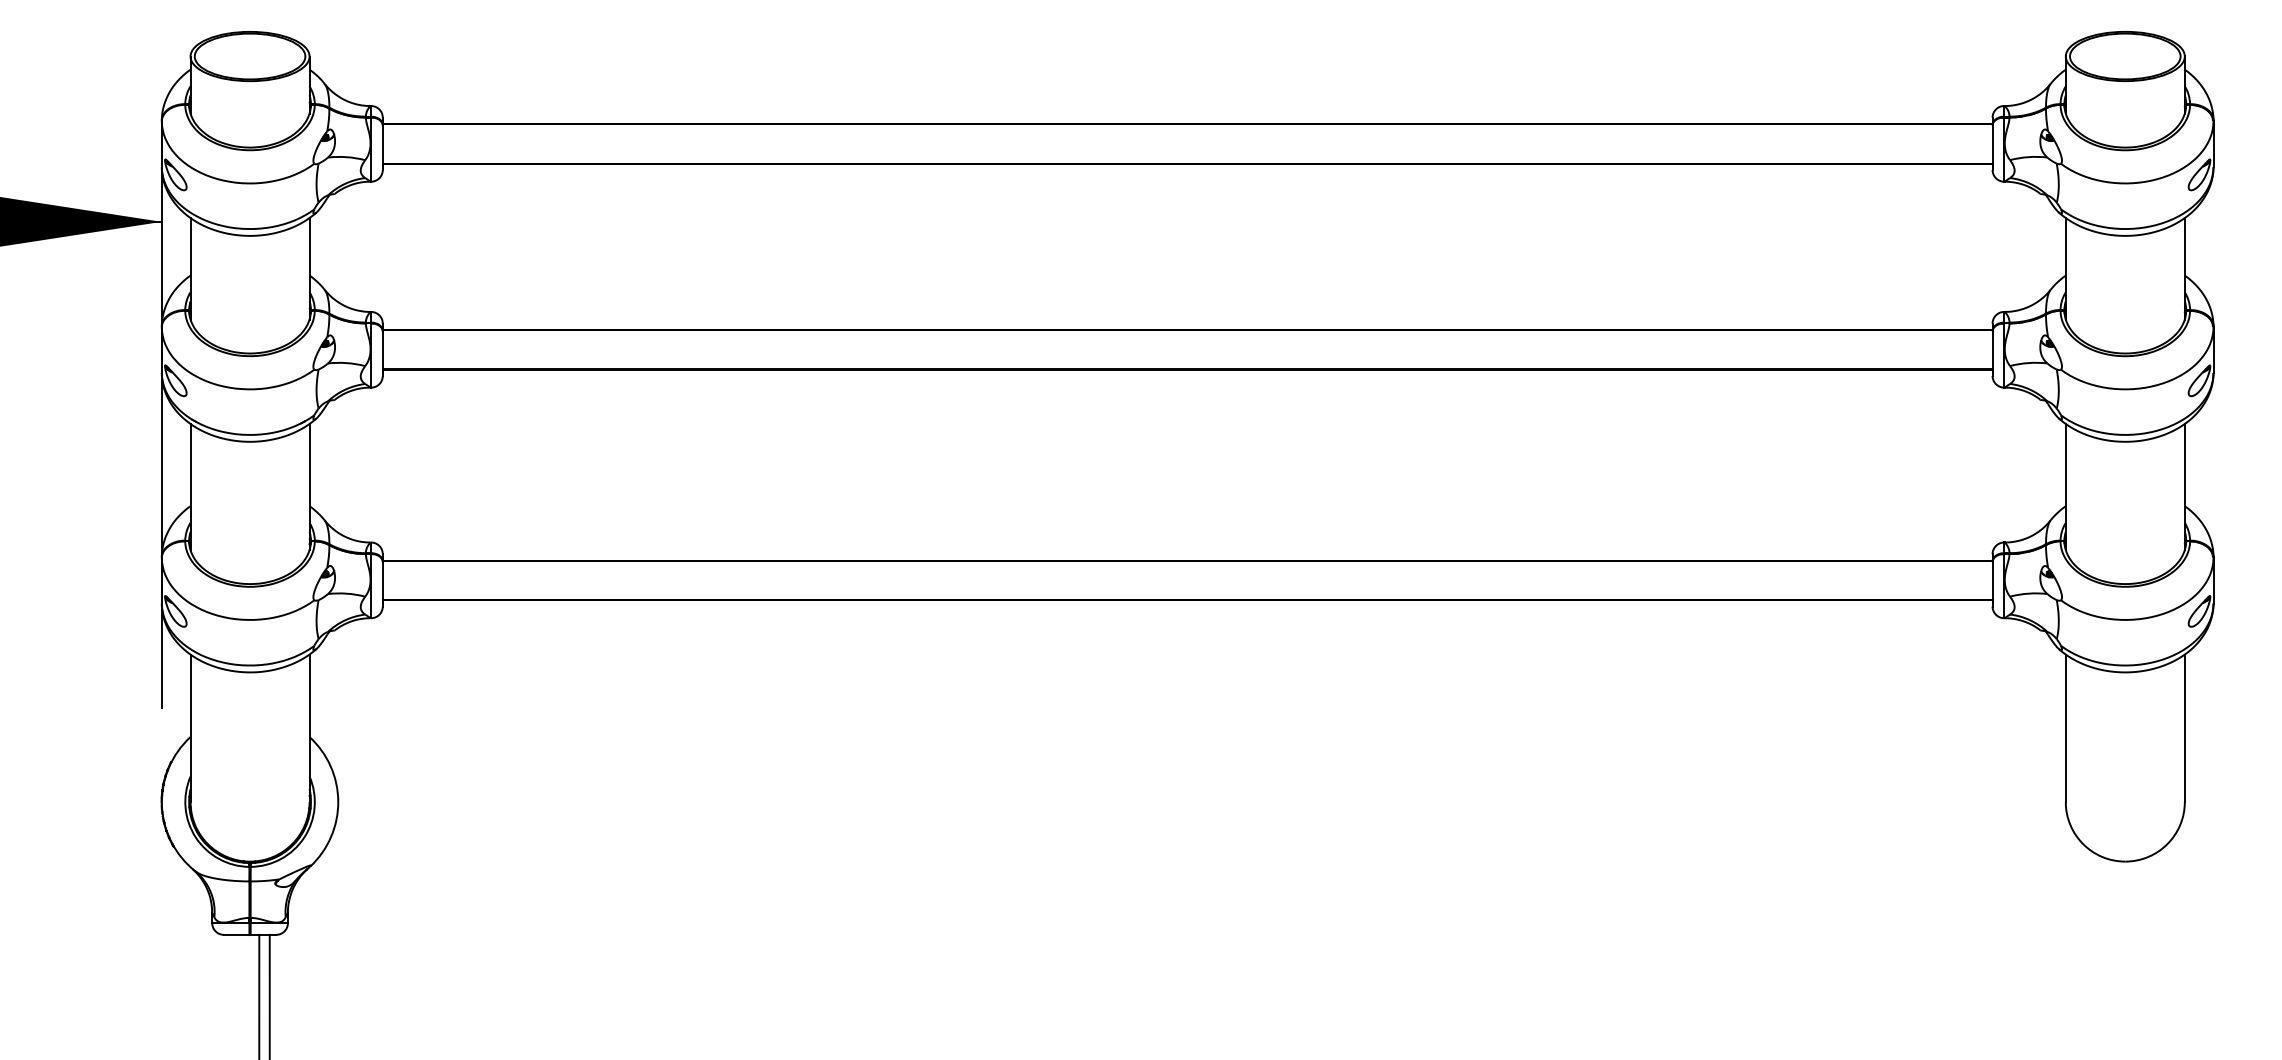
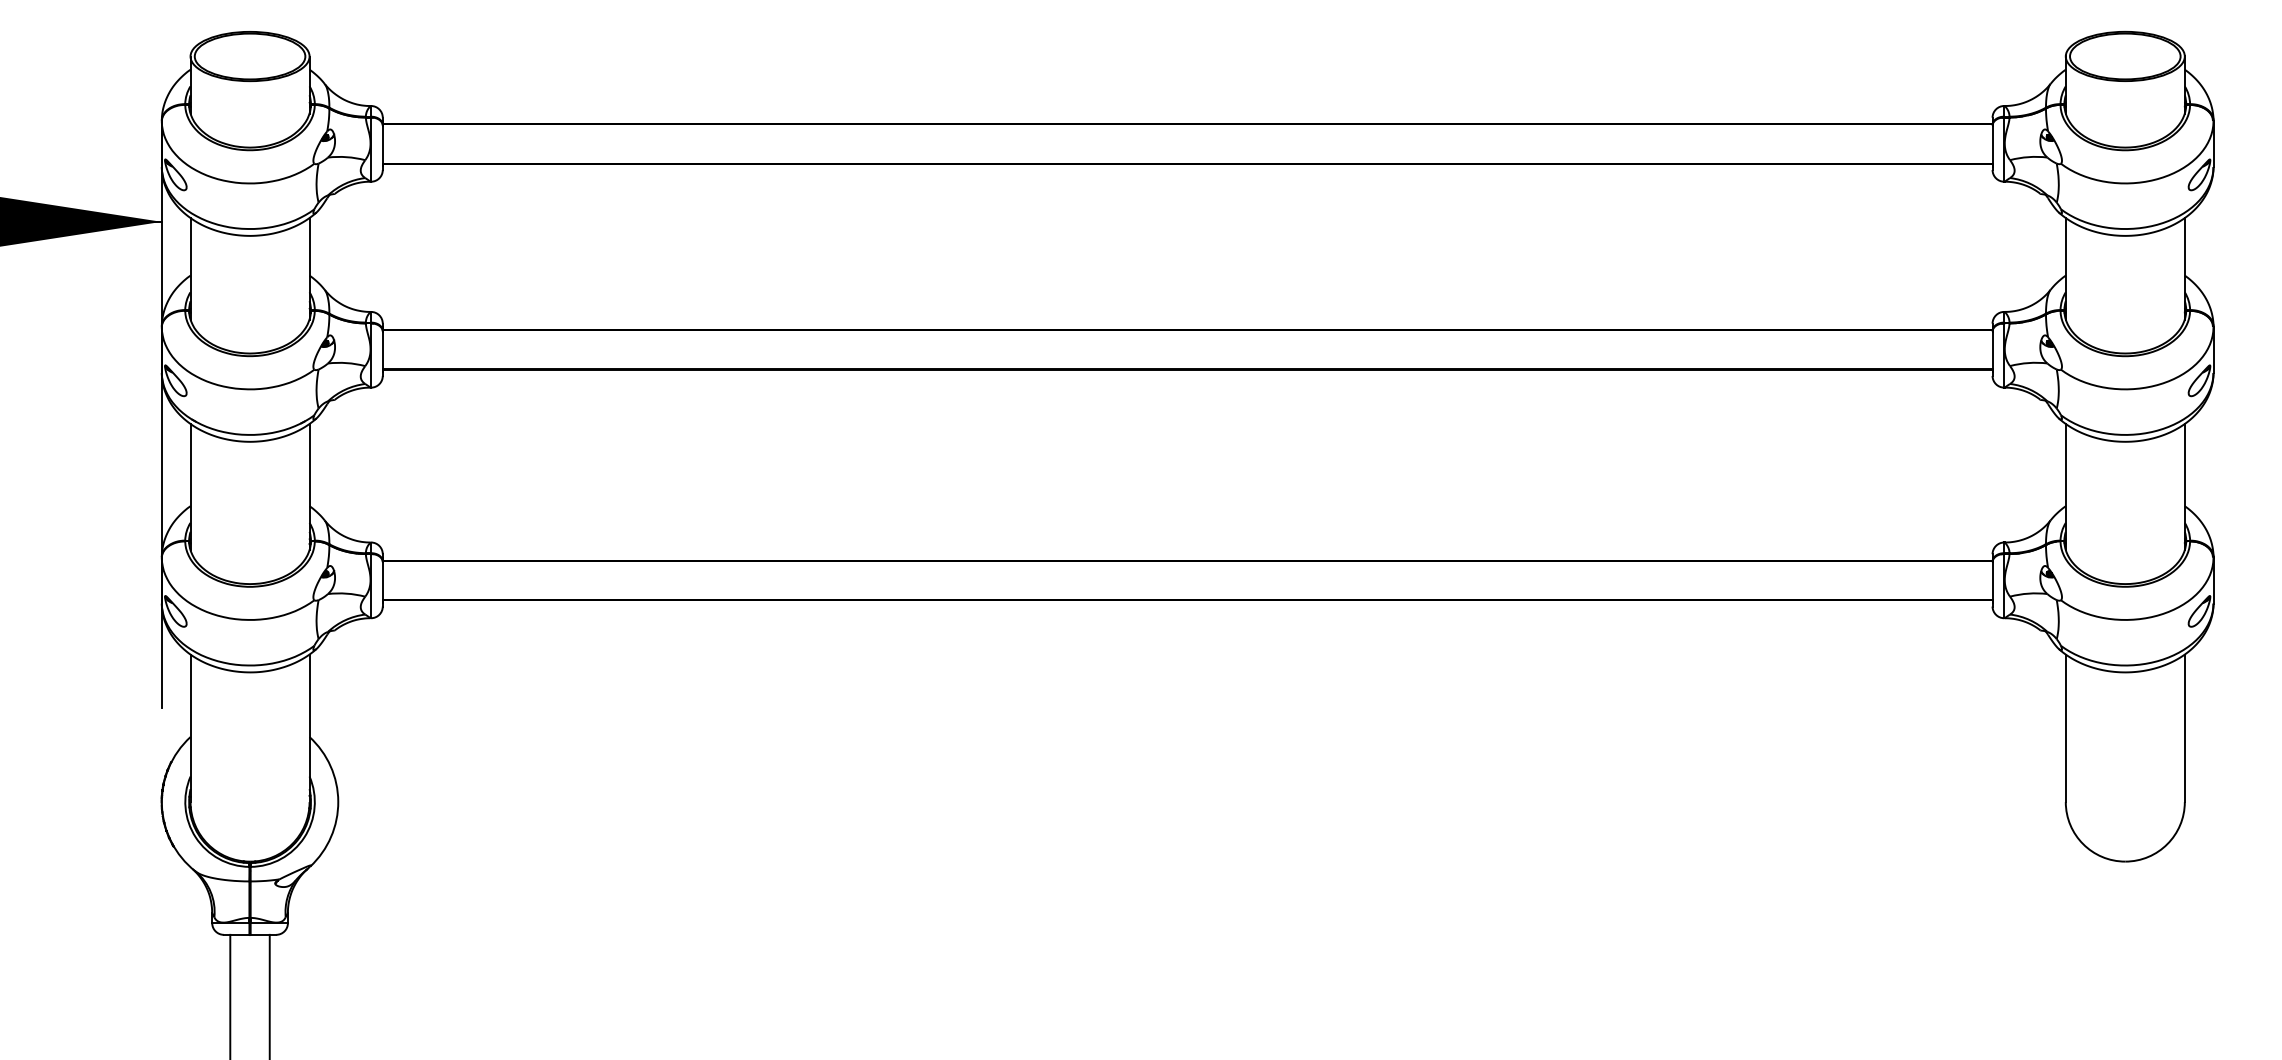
line at (259, 995) position: (259, 995) -> (230, 995)
